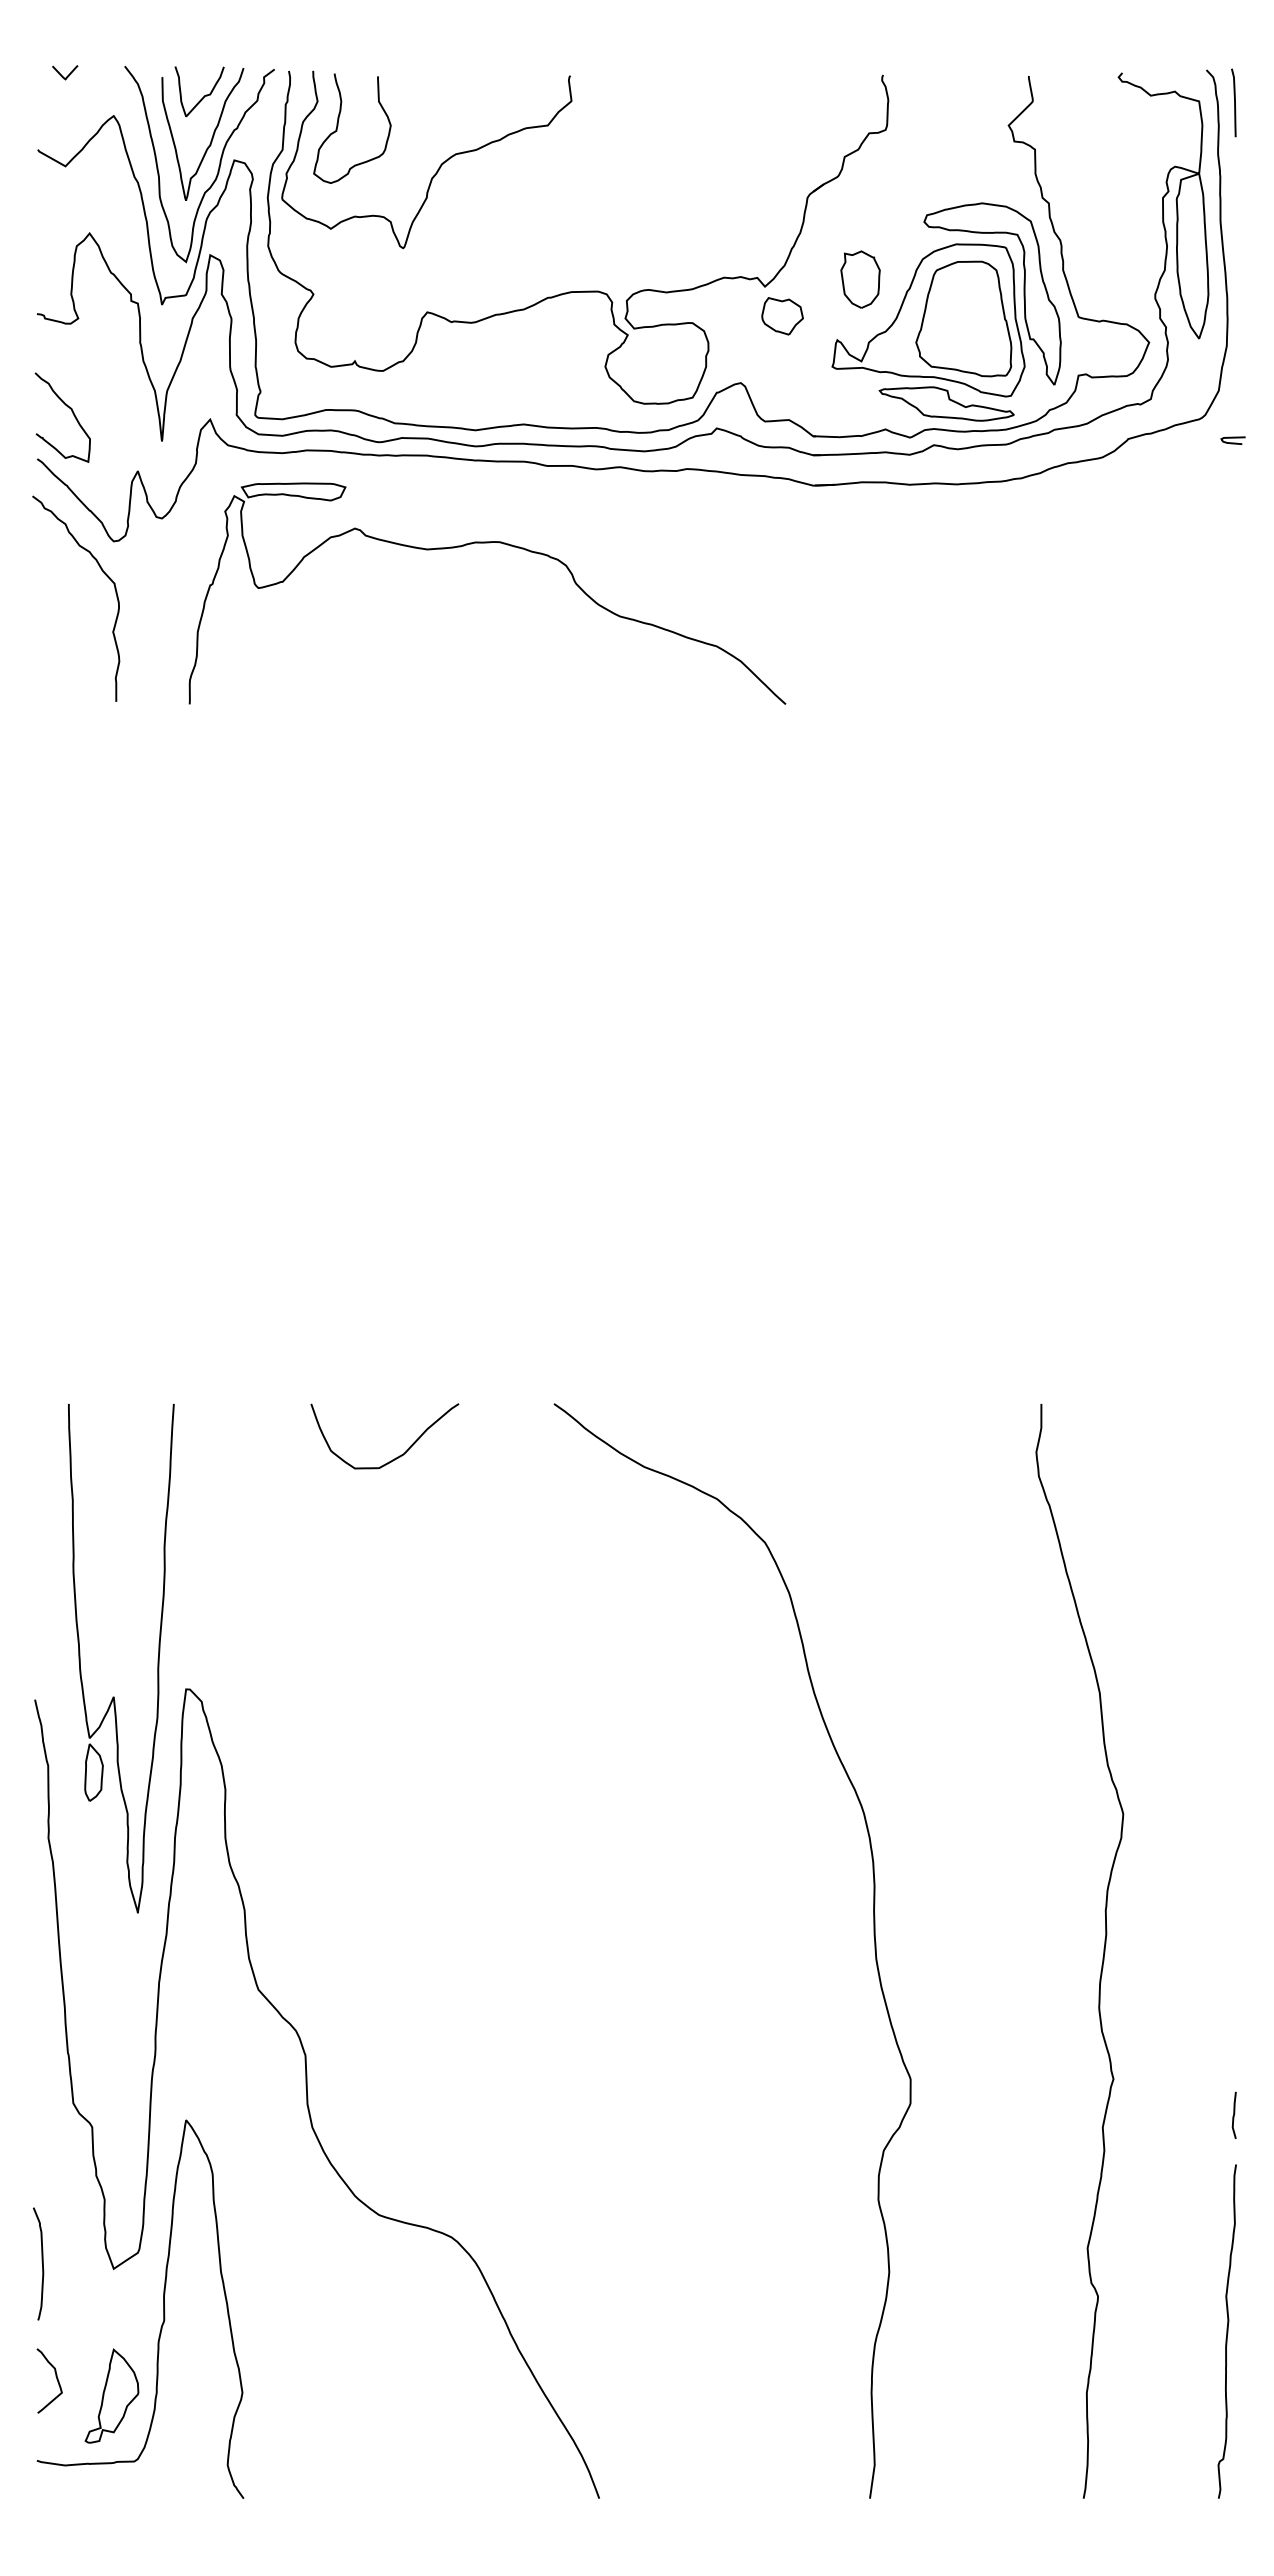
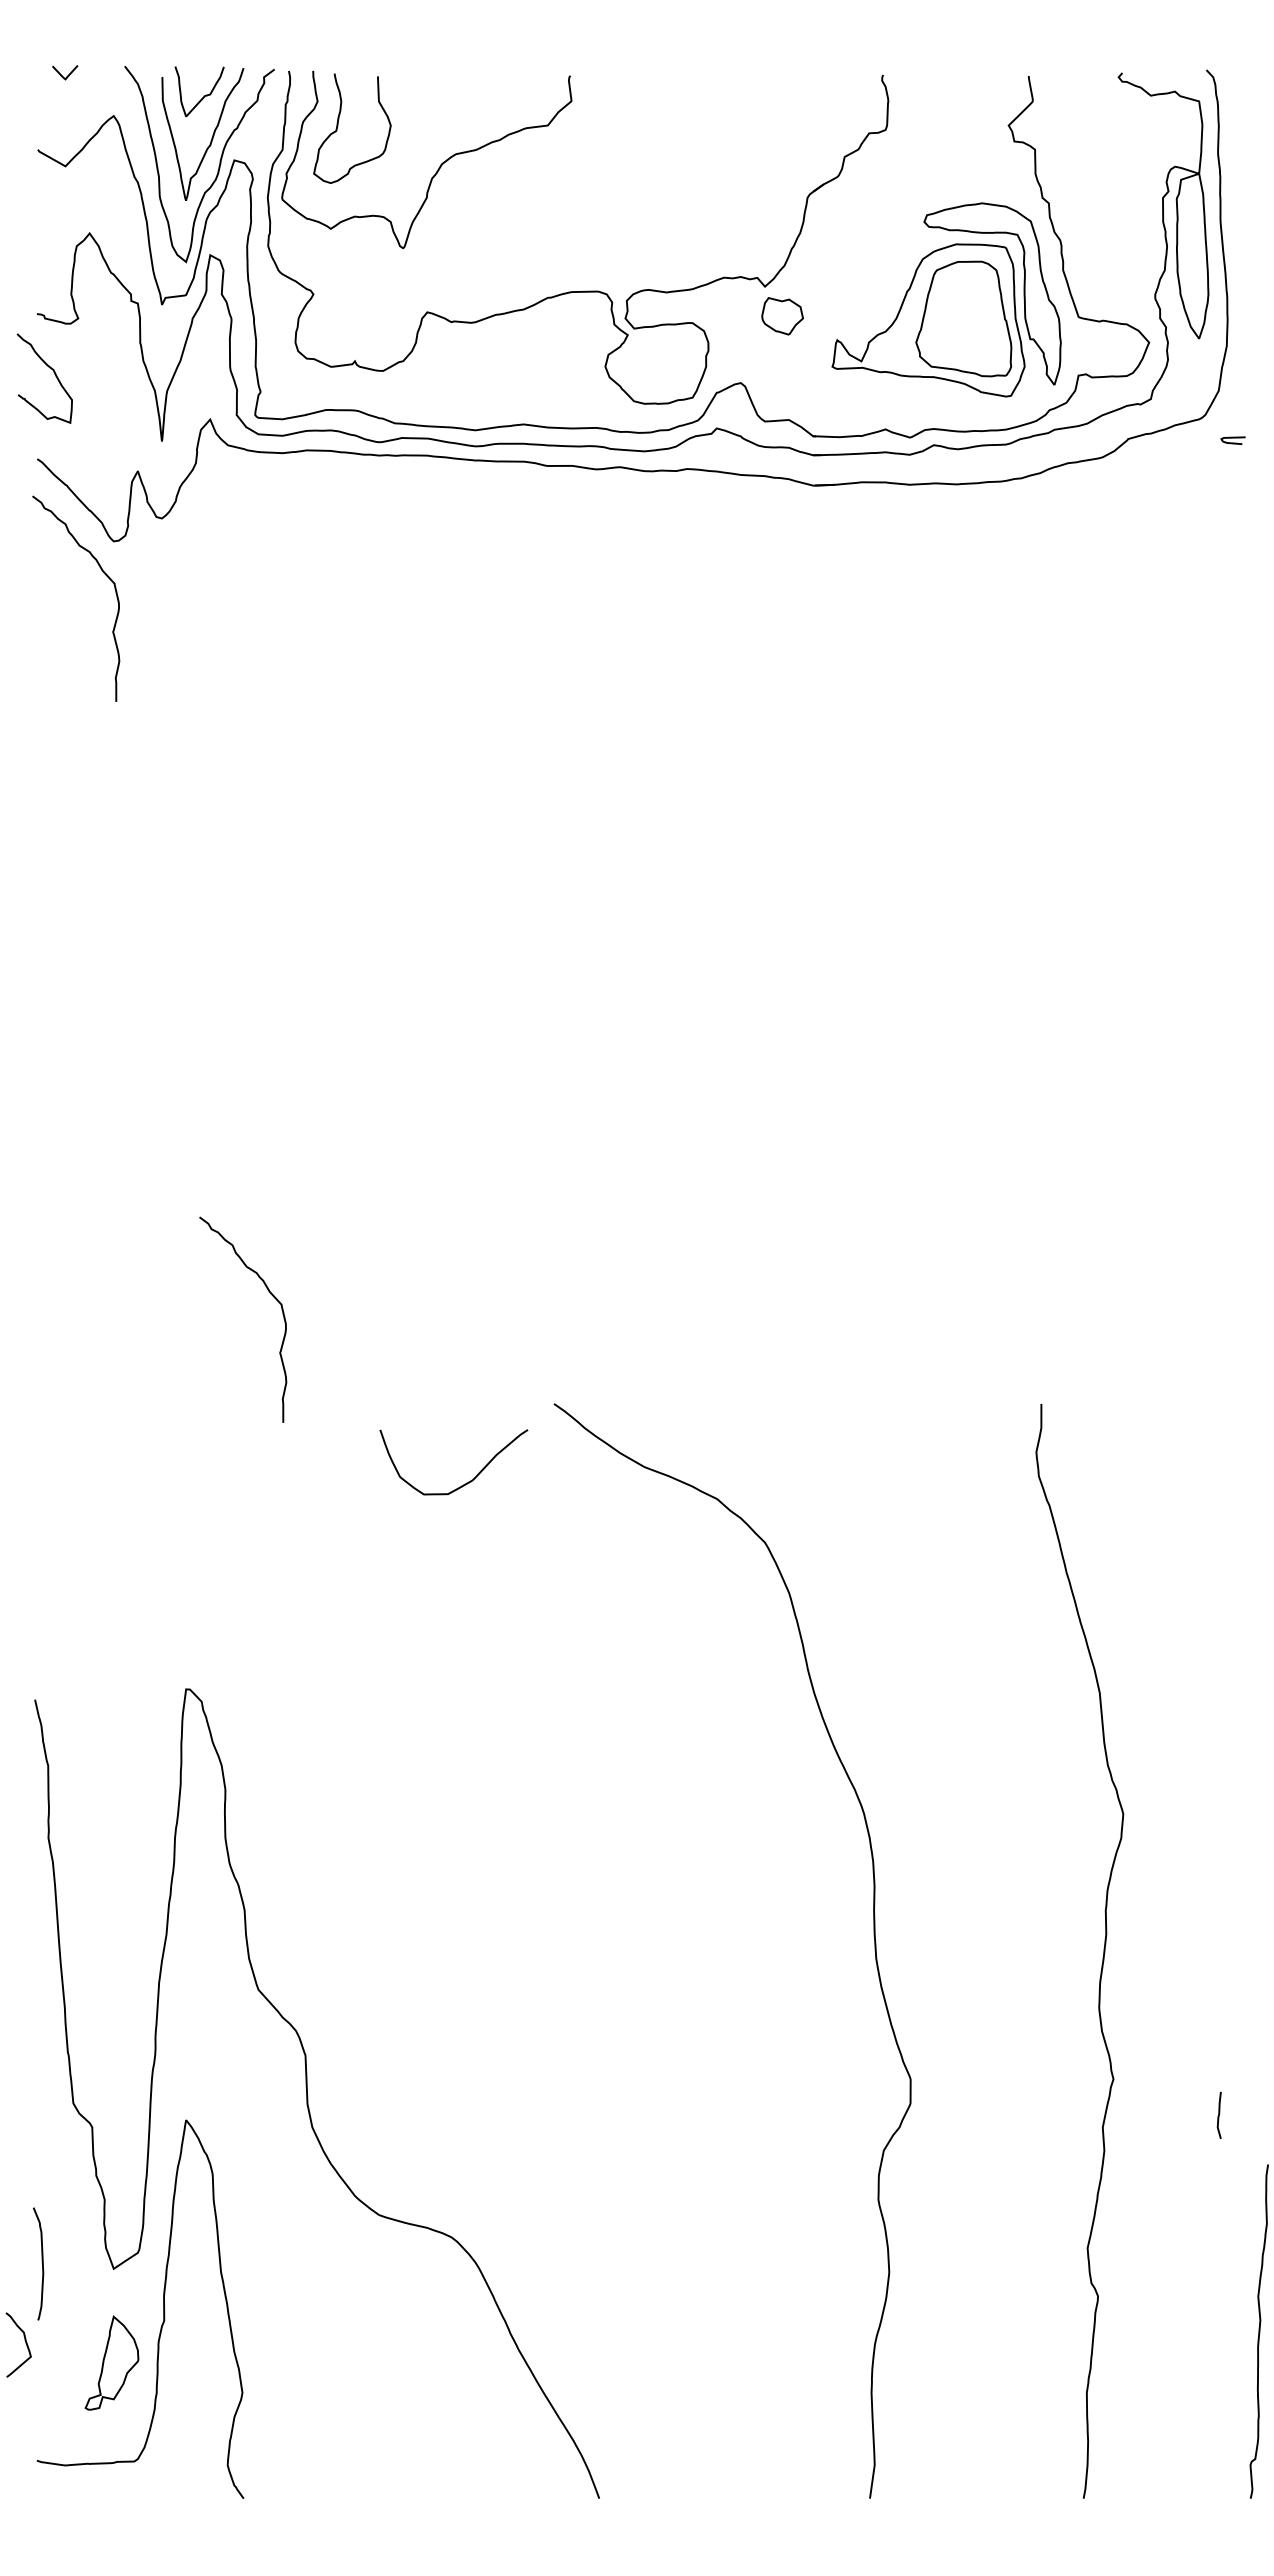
curve at (1234, 102): present -> none
part at (860, 279): present -> none
part at (946, 403): present -> none
curve at (72, 413) position: (72, 413) -> (54, 374)
part at (487, 543): present -> none
curve at (270, 1294): none -> present
curve at (397, 1456) position: (397, 1456) -> (466, 1482)
part at (157, 1658): present -> none
curve at (1233, 2114) position: (1233, 2114) -> (1218, 2114)
curve at (1226, 2331) position: (1226, 2331) -> (1258, 2331)
curve at (56, 2379) position: (56, 2379) -> (25, 2343)
part at (111, 2395) position: (111, 2395) -> (111, 2362)
